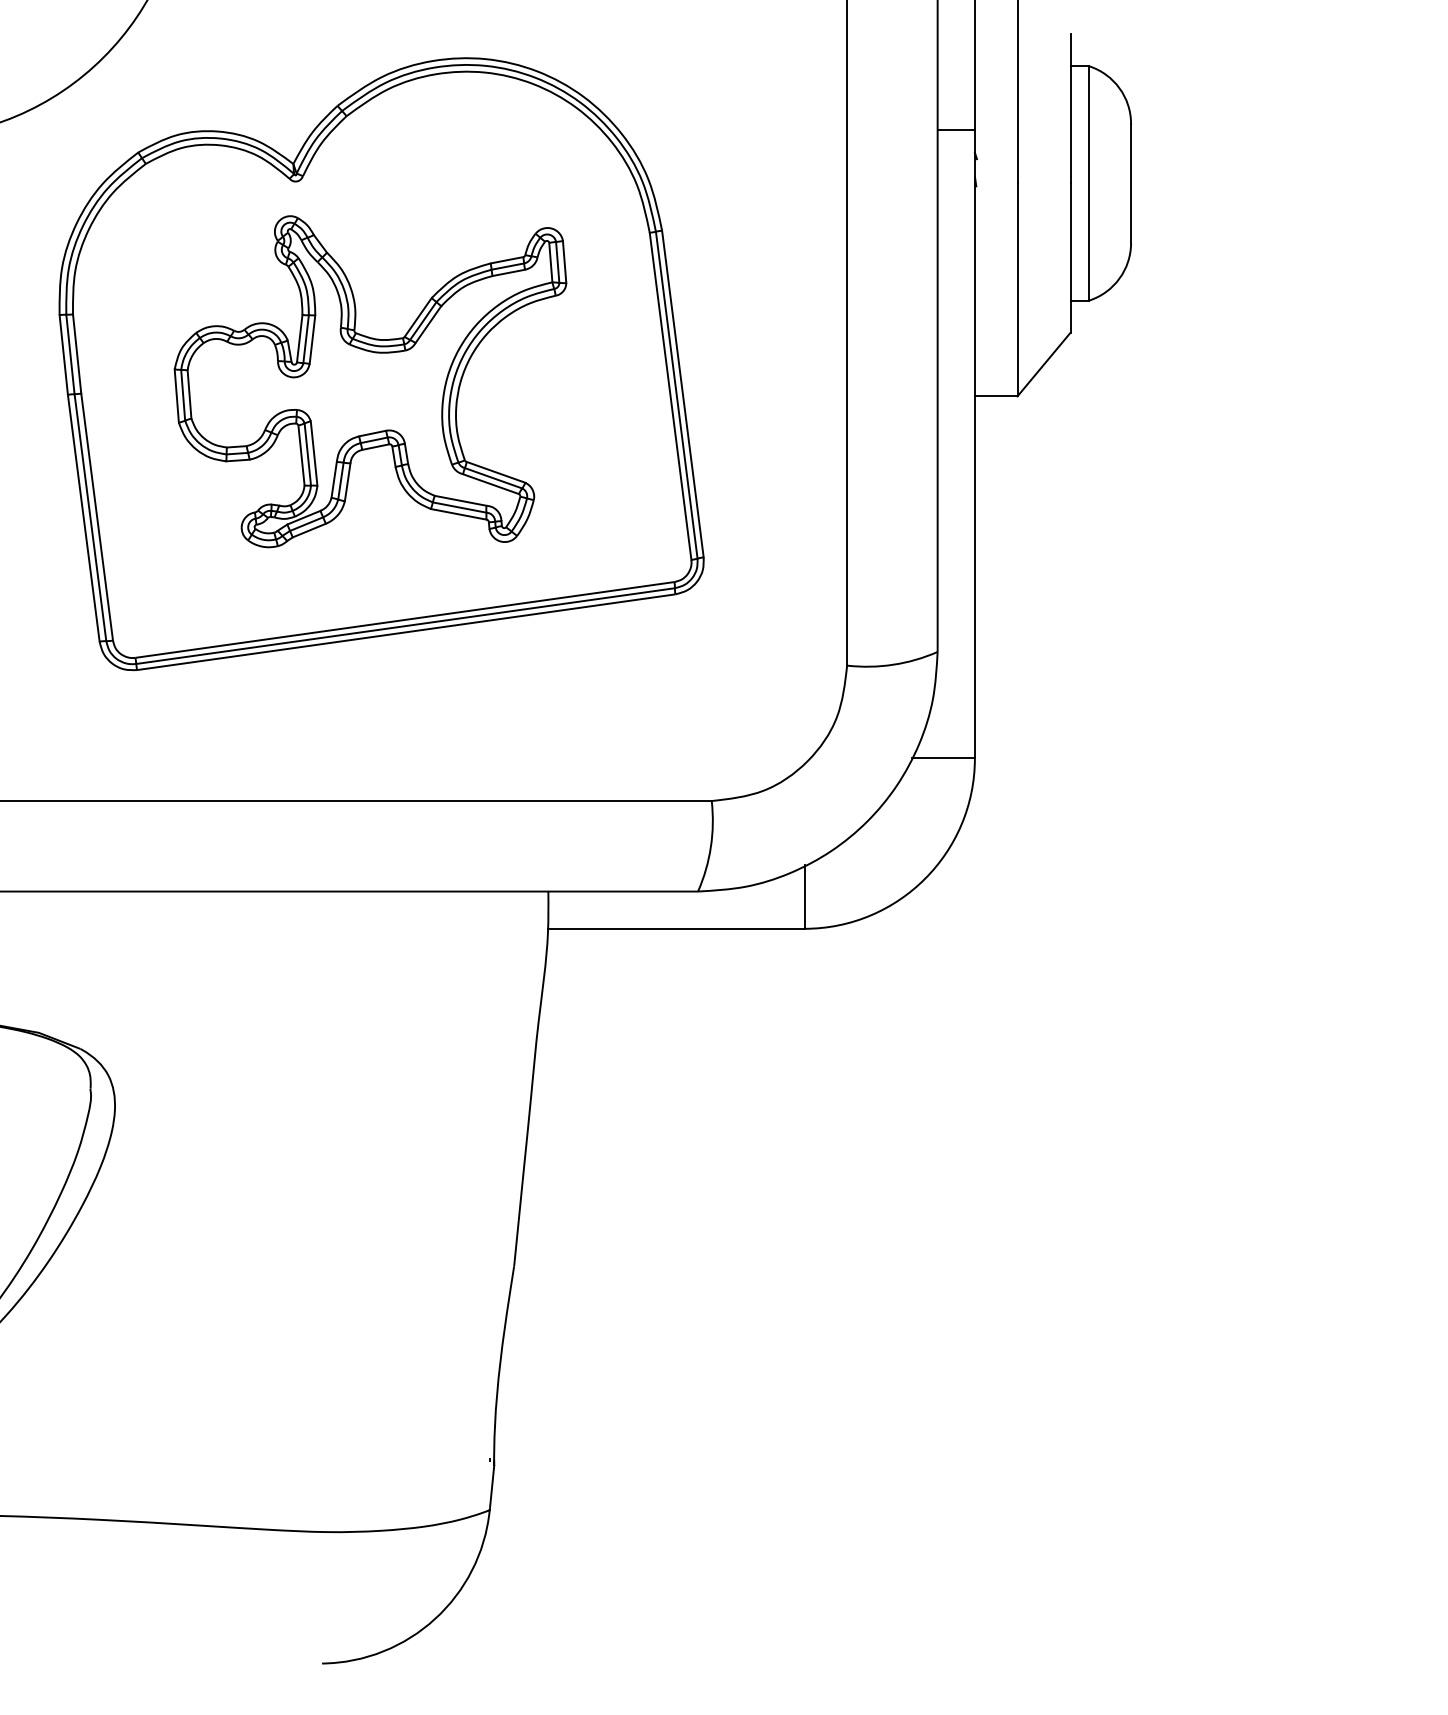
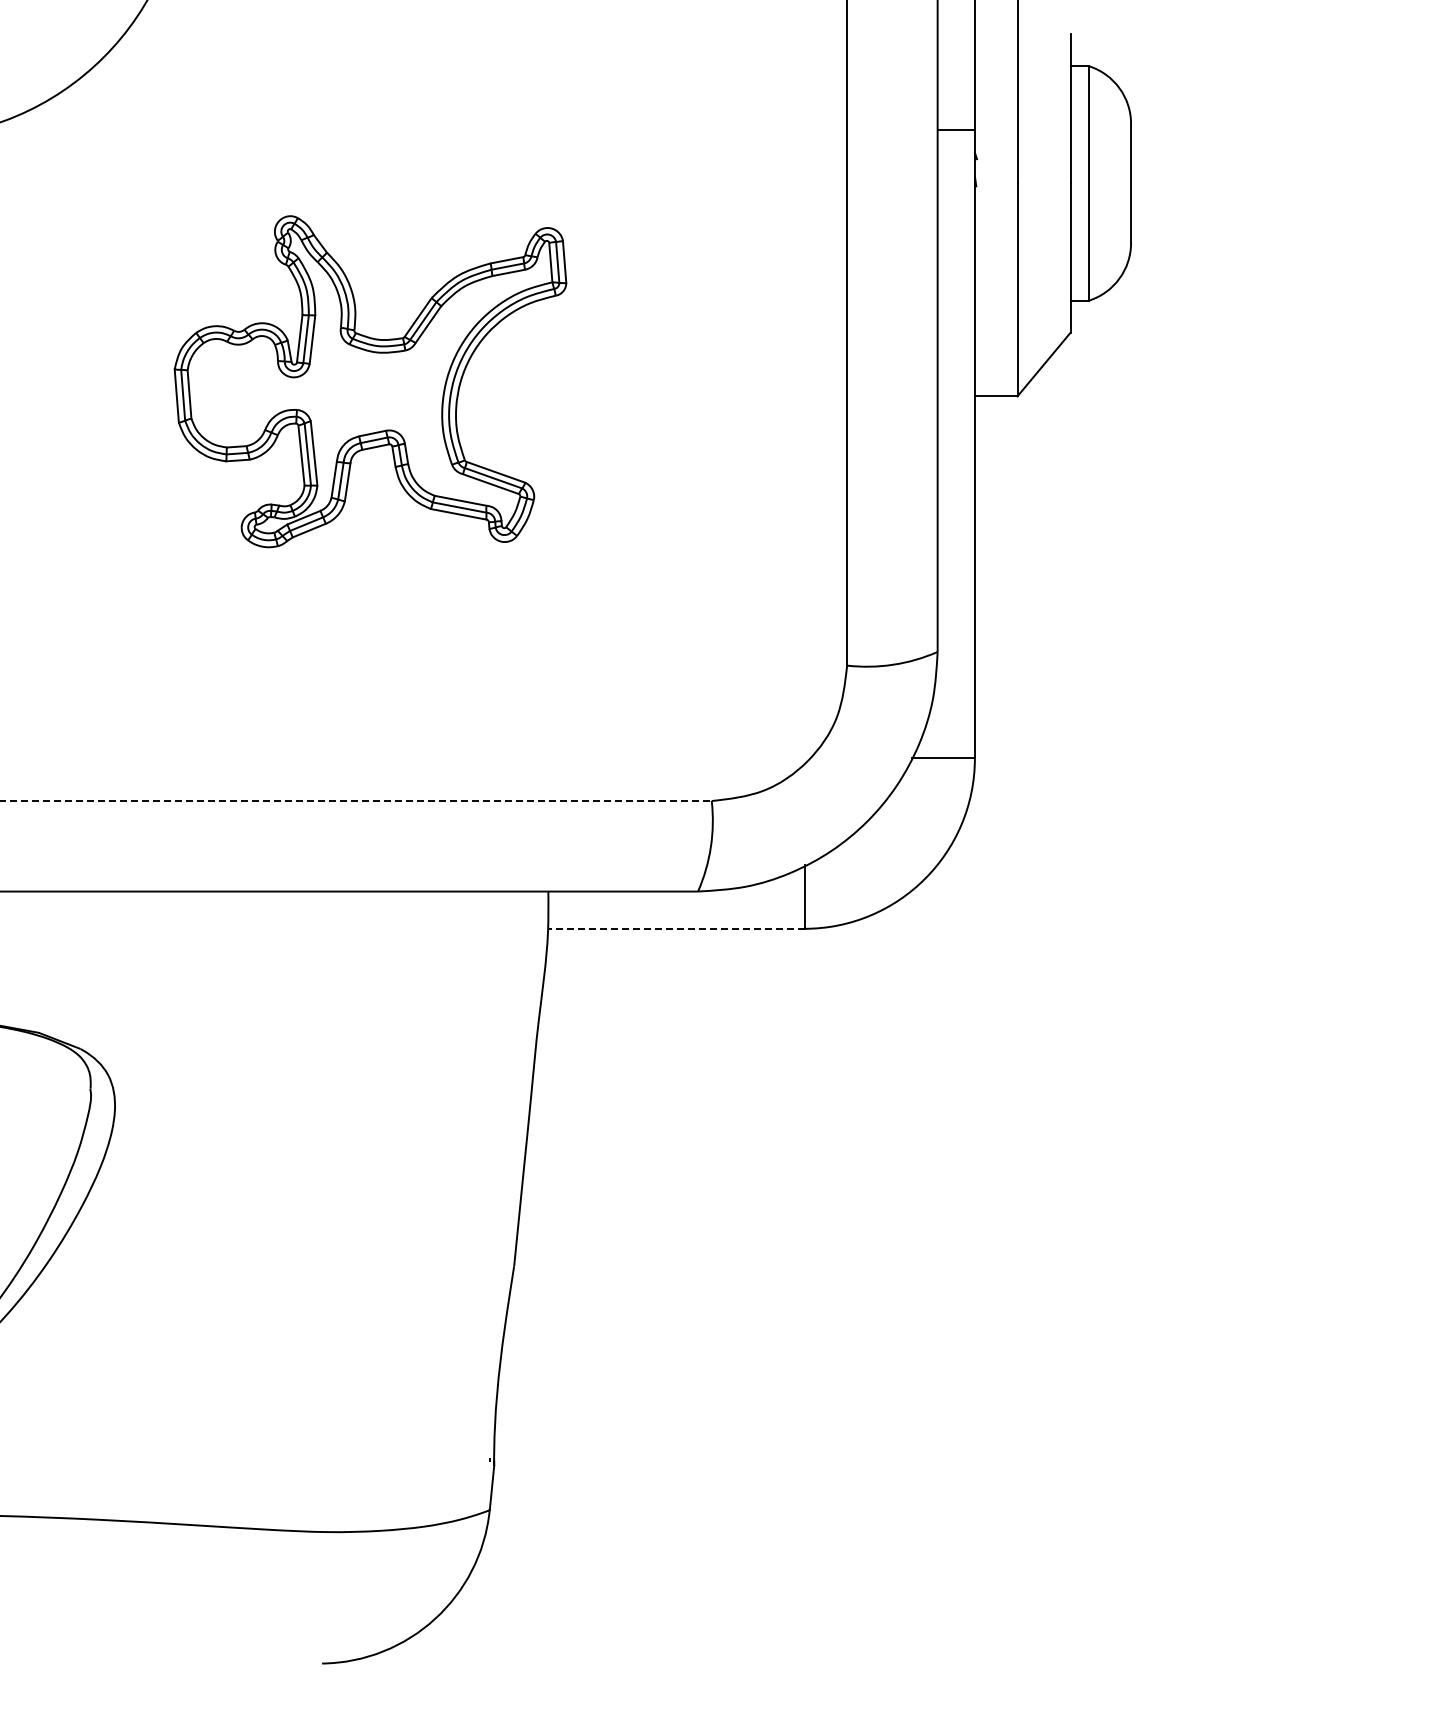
part at (381, 363): present -> none
line at (355, 801): solid -> dashed
line at (675, 928): solid -> dashed
